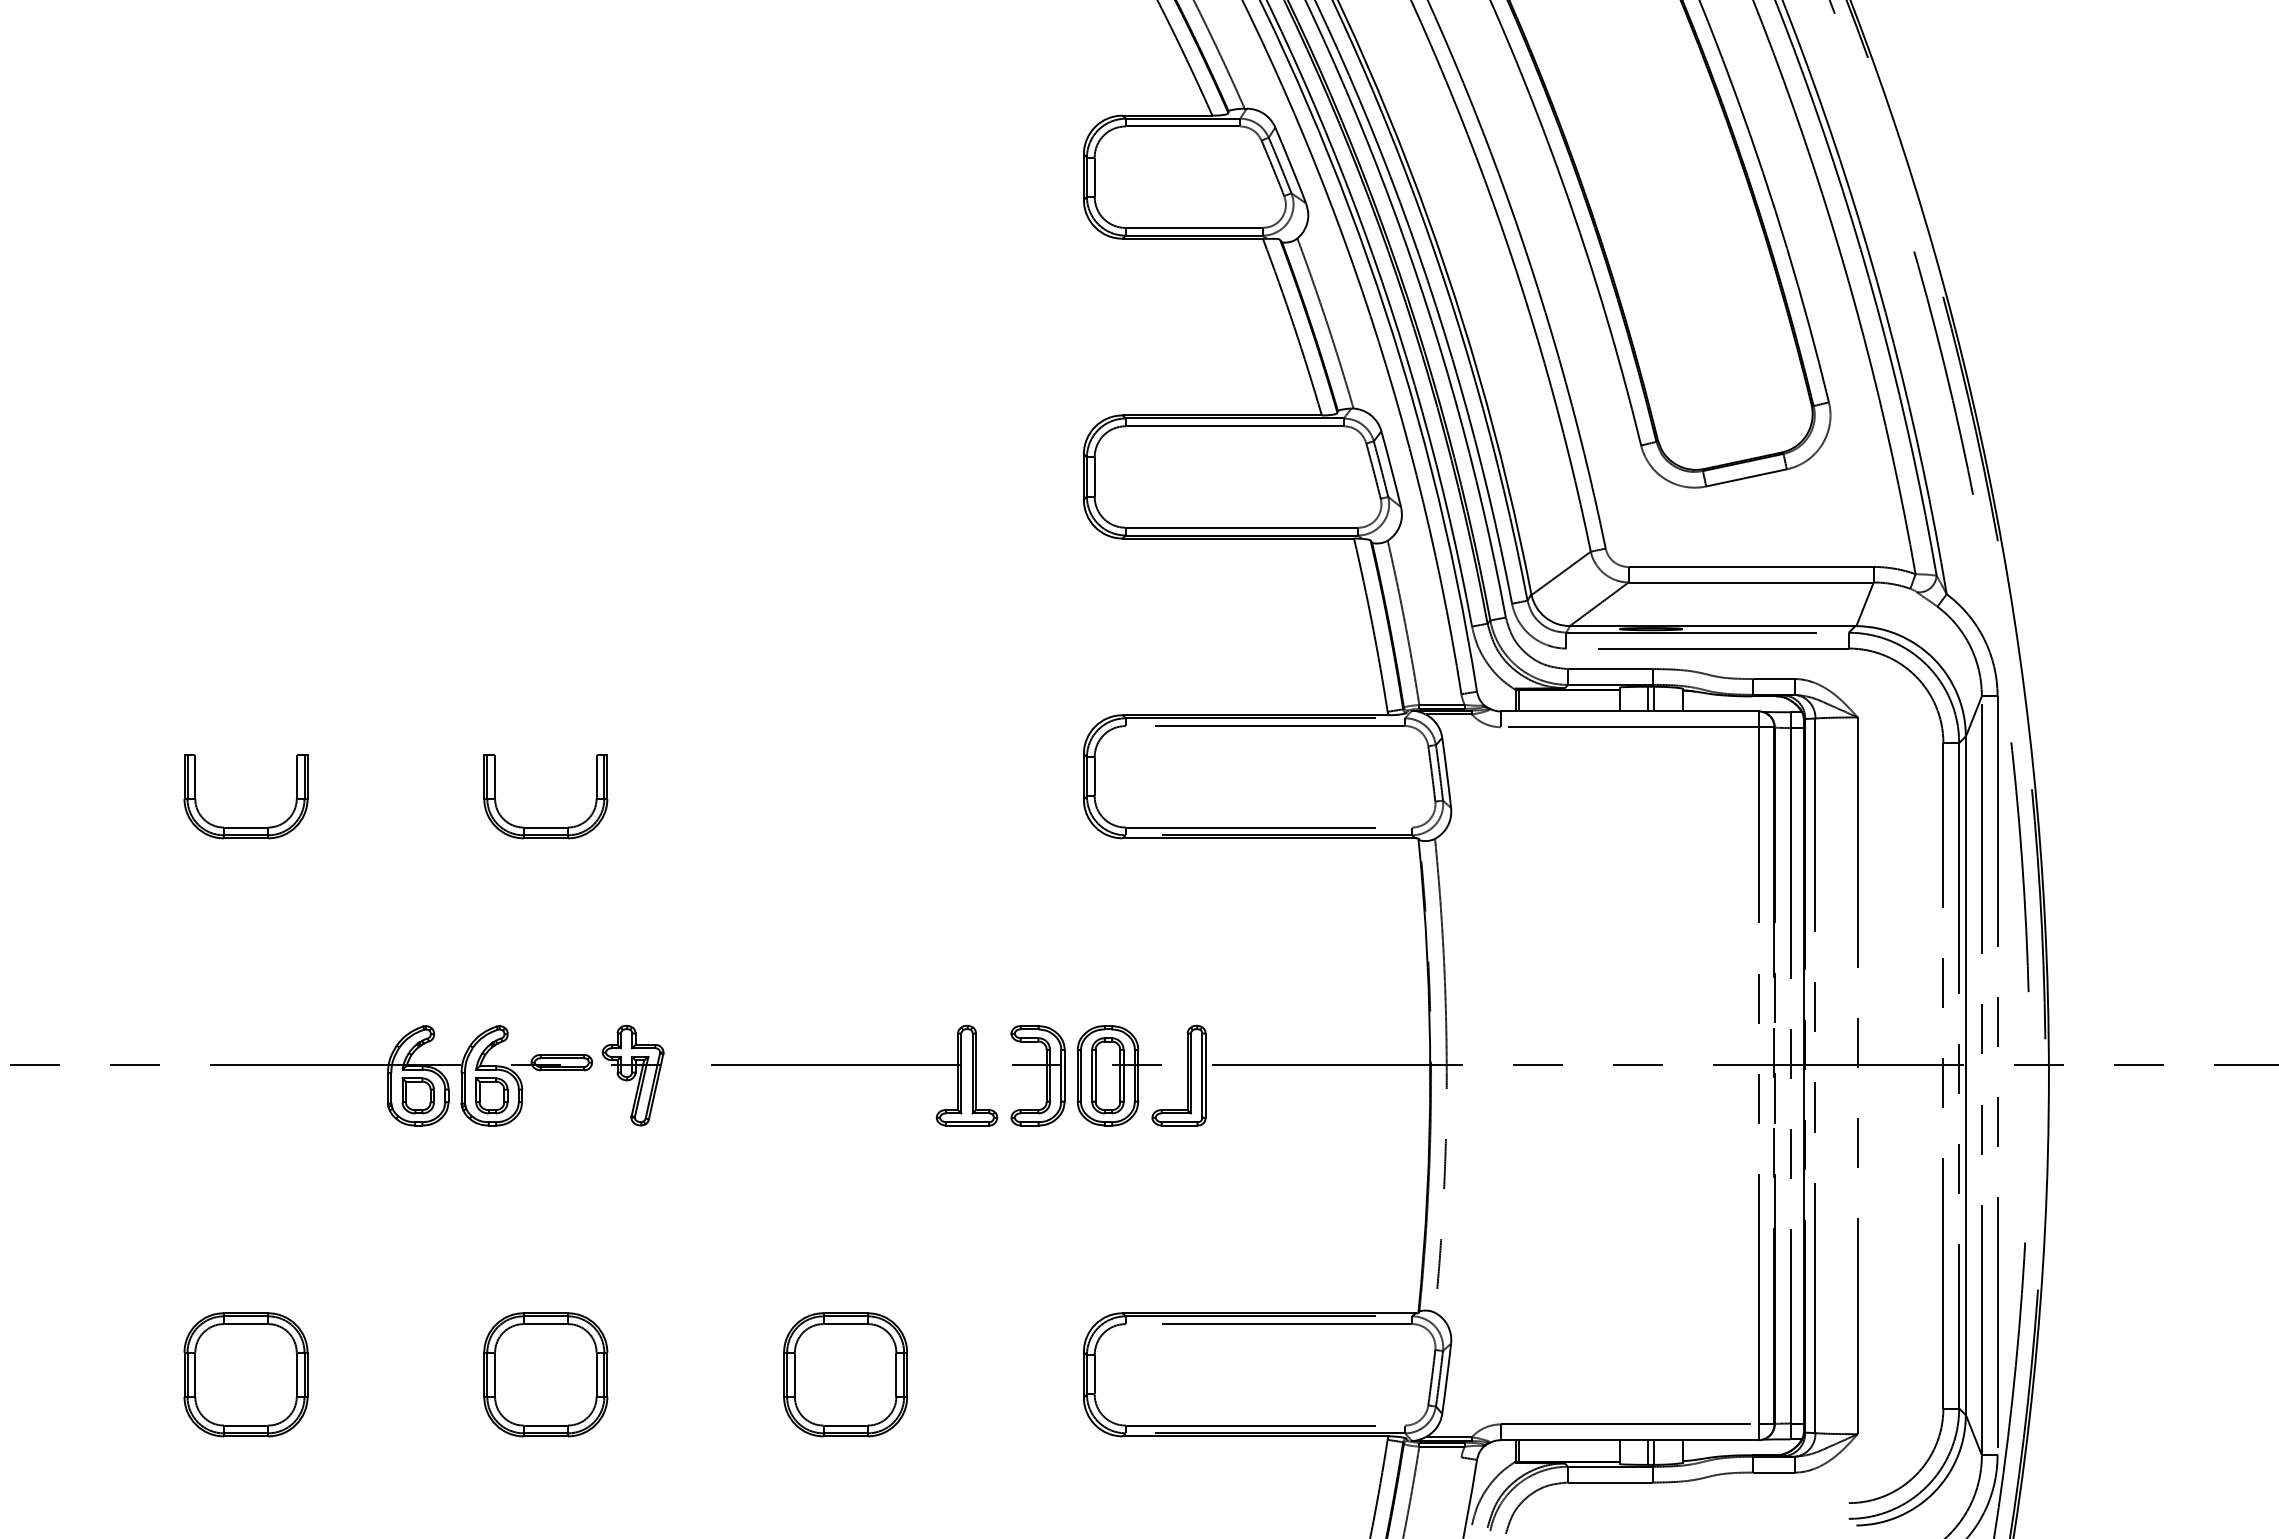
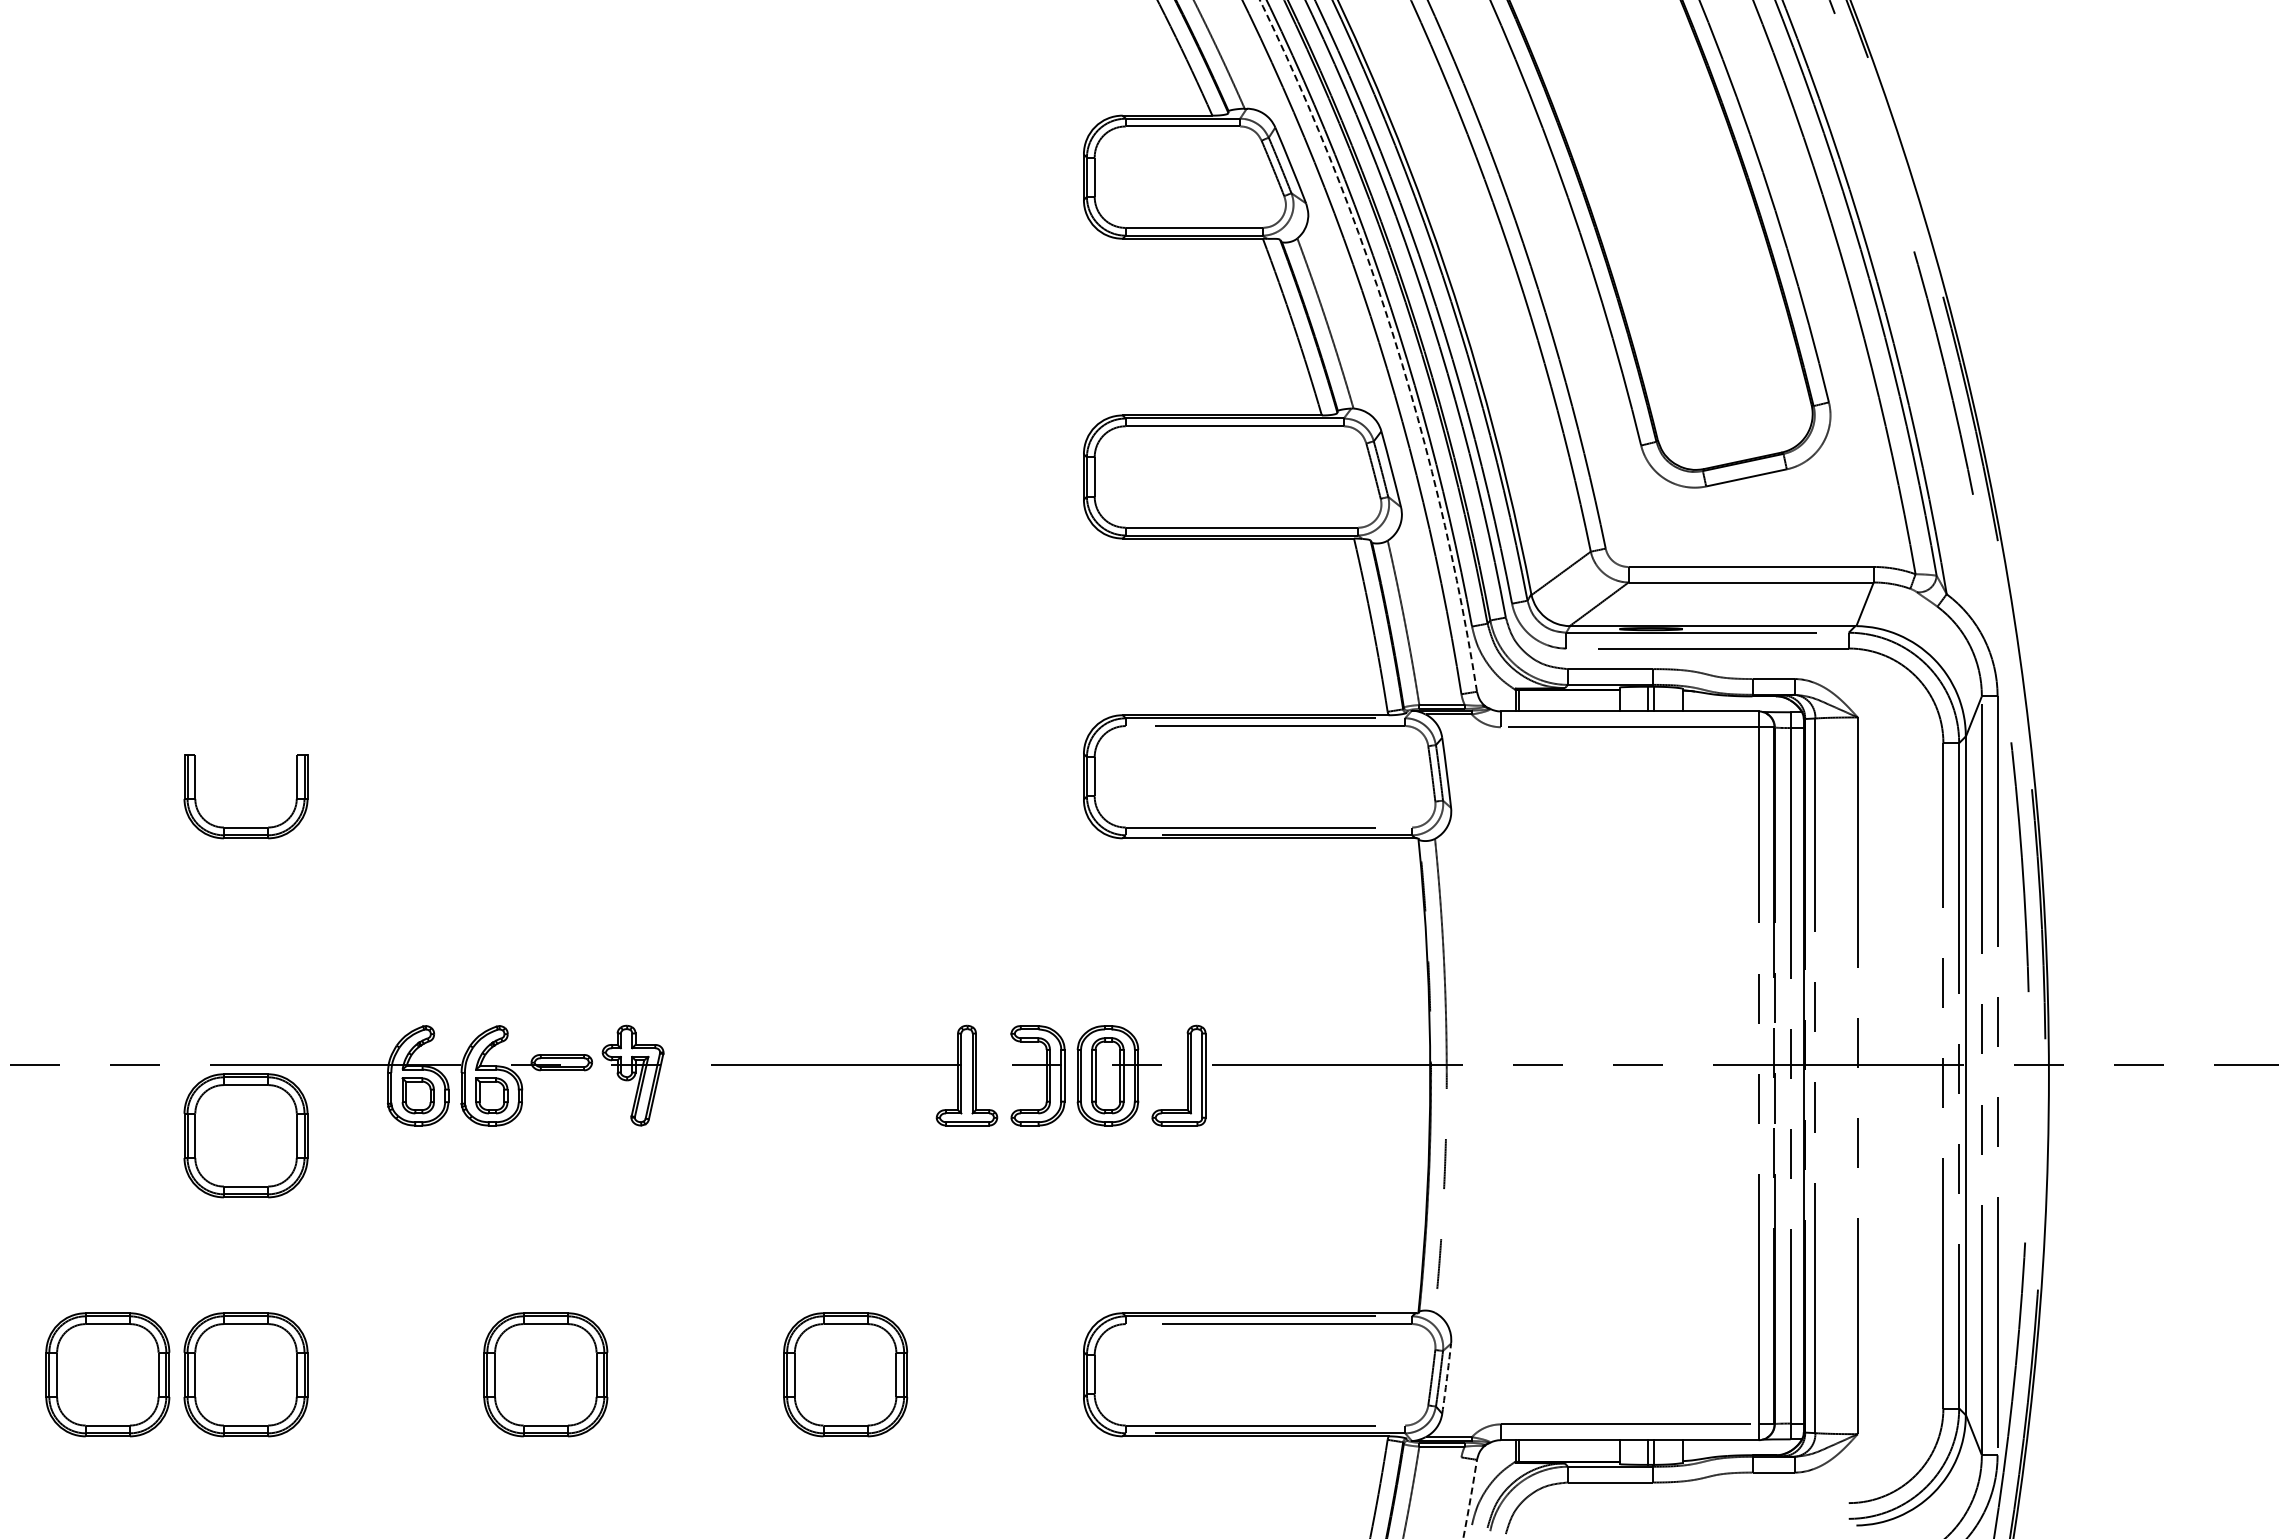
arc at (1393, 336): solid -> dashed
part at (545, 827): present -> none
part at (245, 1135): none -> present
part at (107, 1374): none -> present
arc at (1446, 1378): solid -> dashed
arc at (1470, 1499): solid -> dashed
